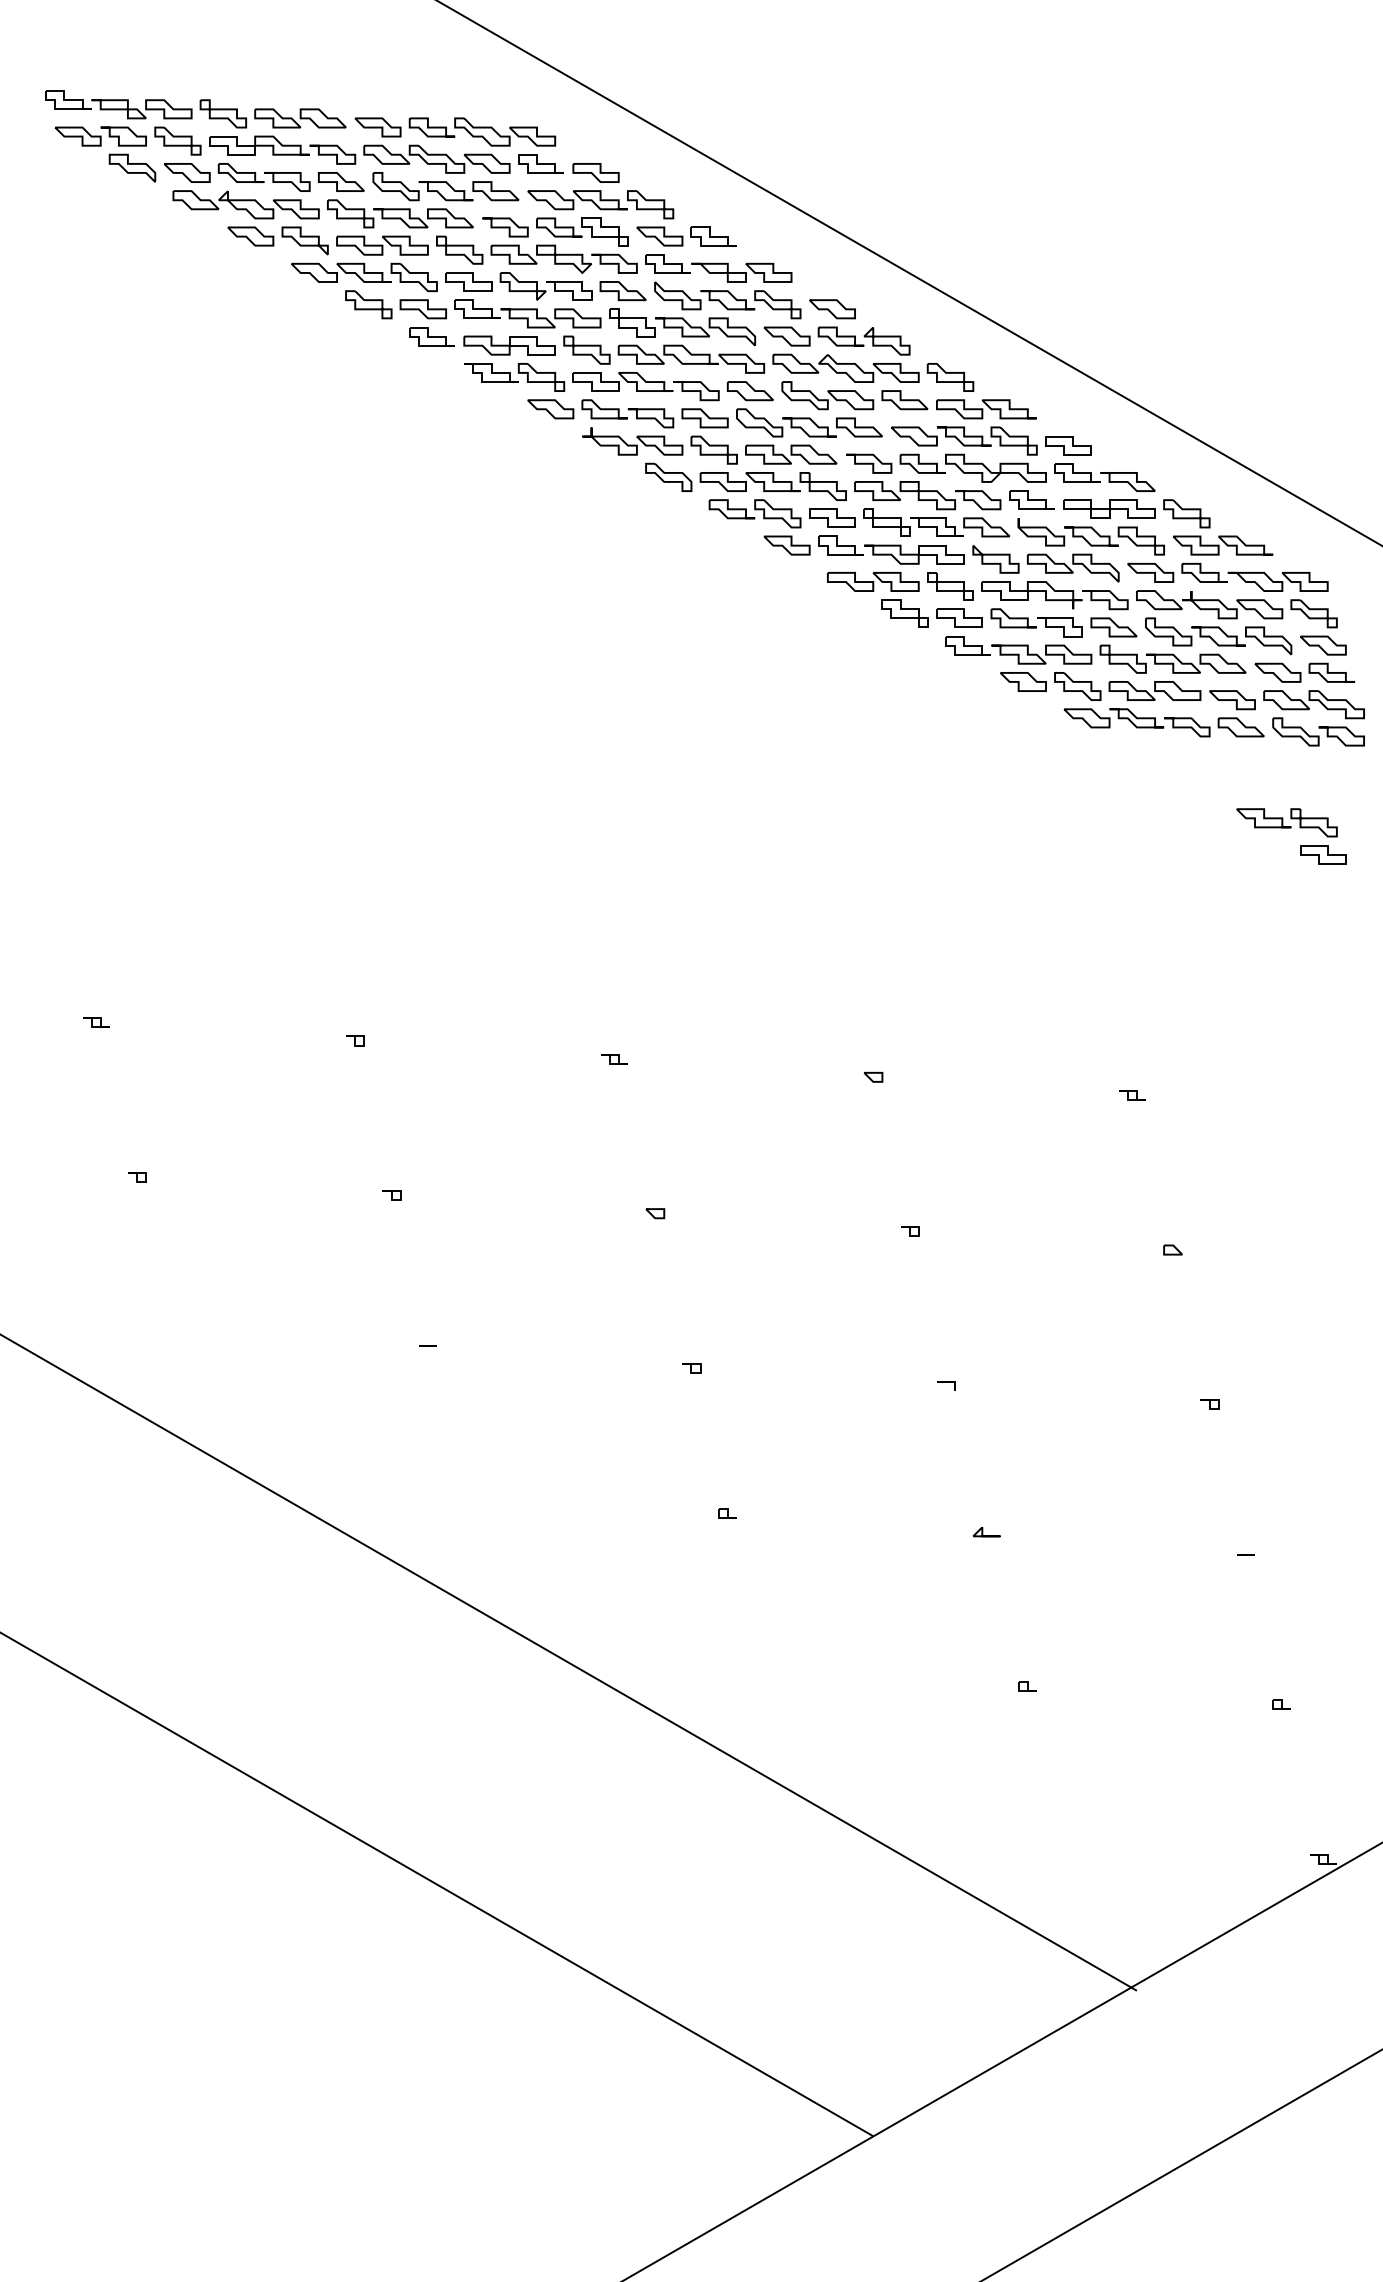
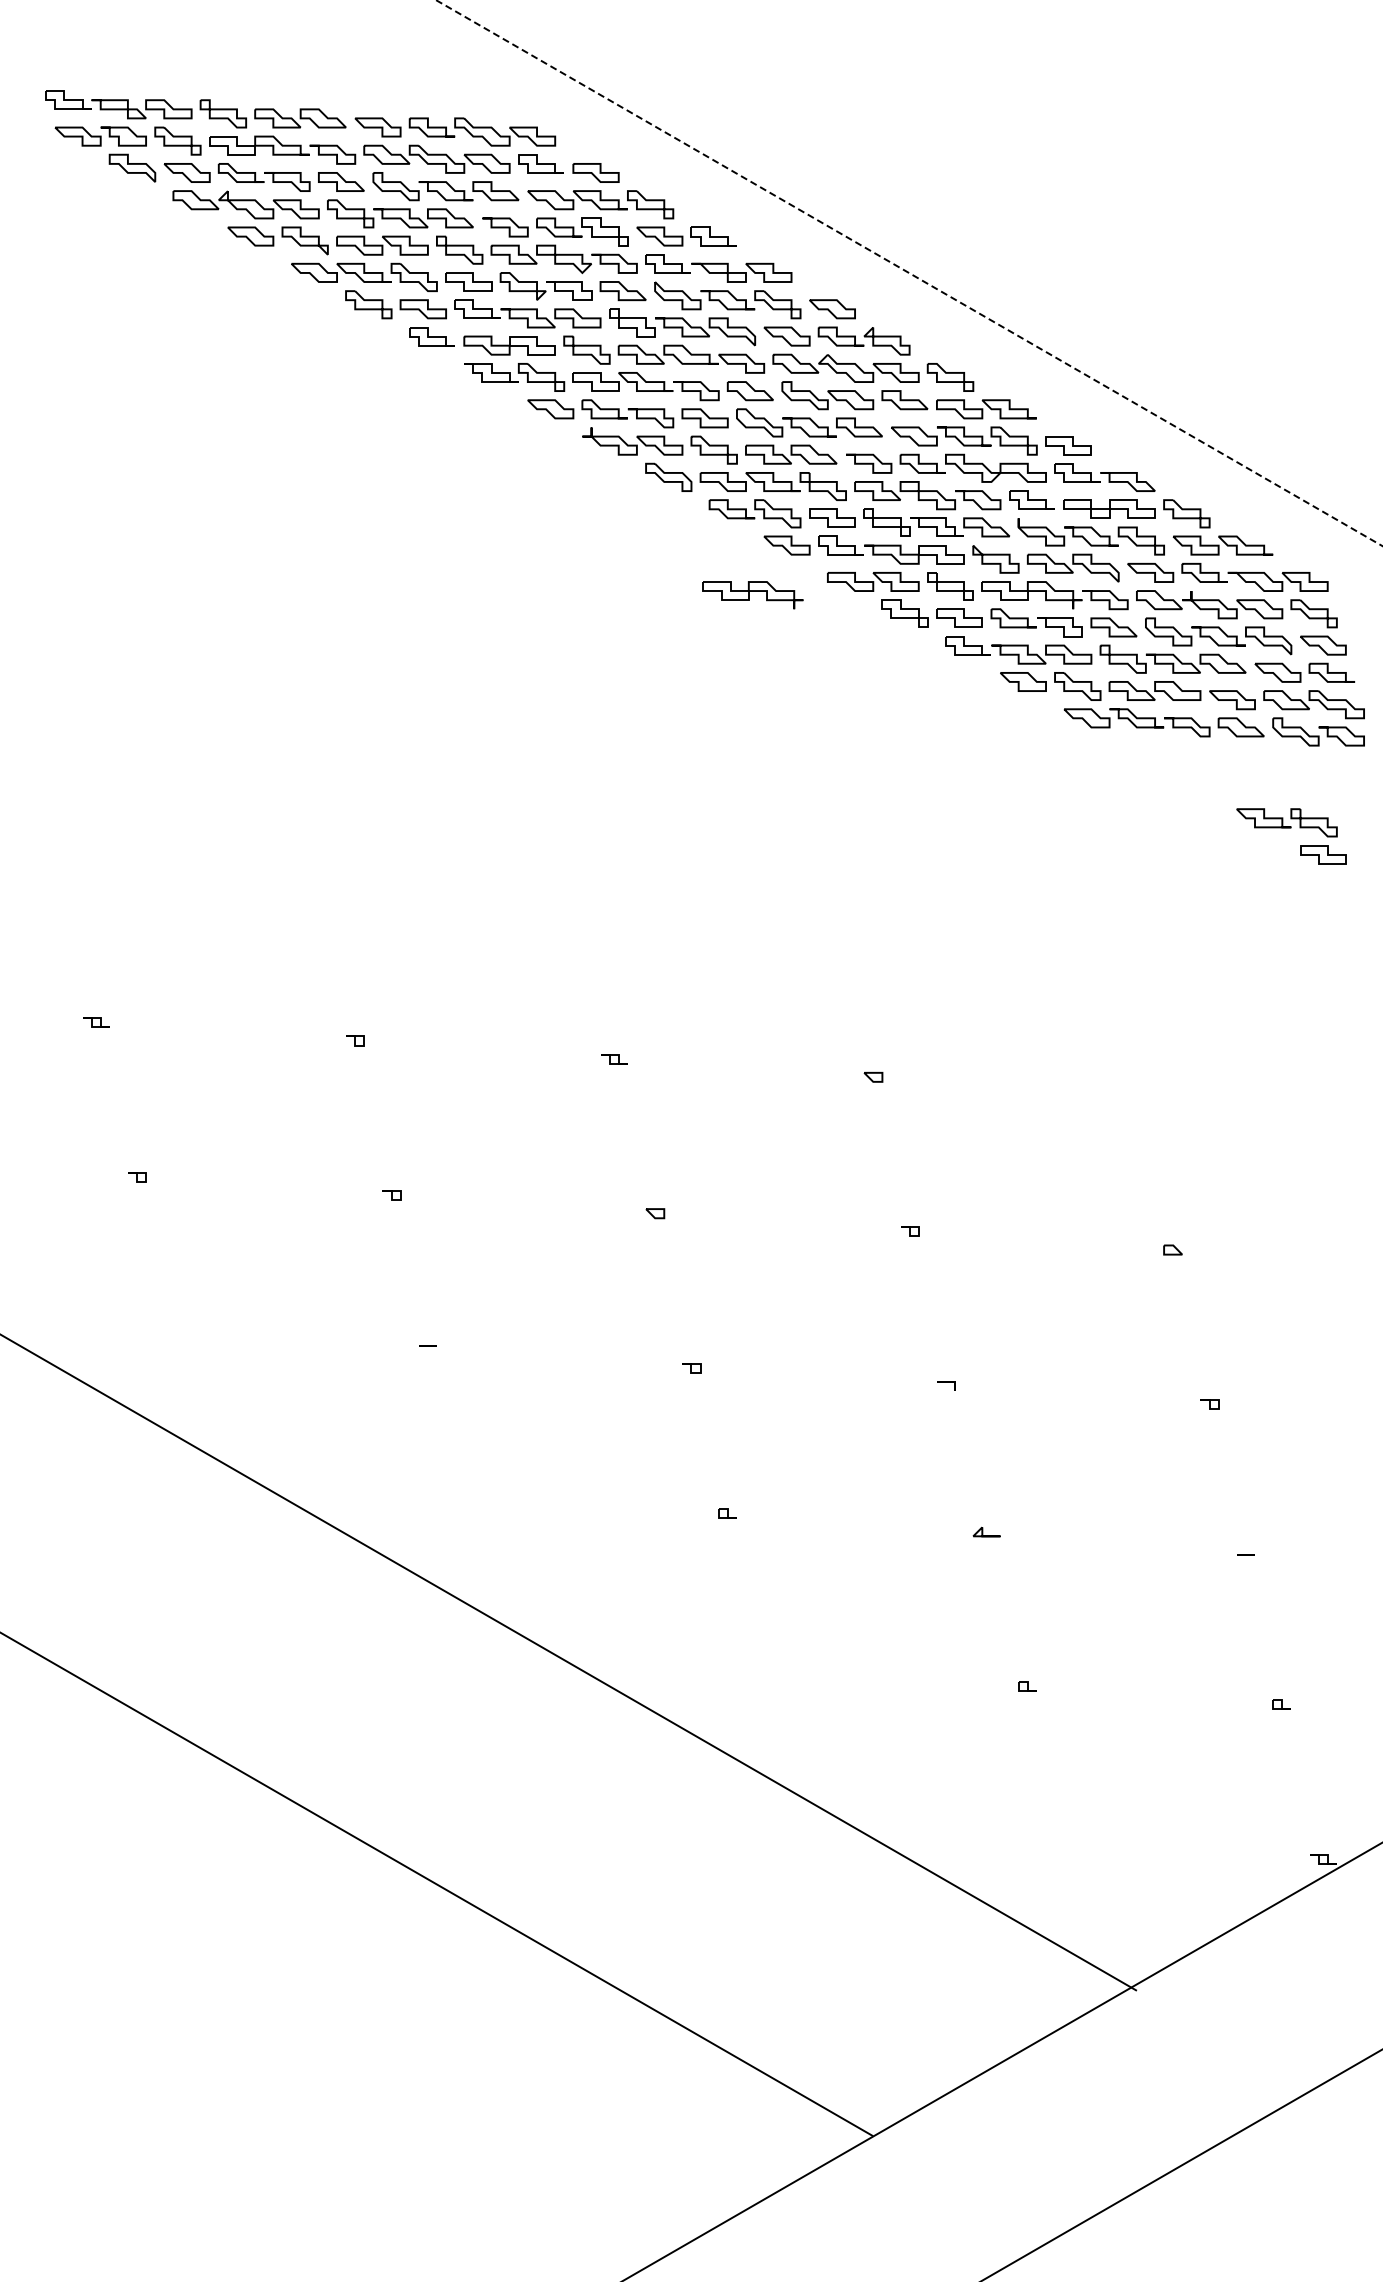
line at (909, 273): solid -> dashed
part at (752, 595): none -> present
part at (1132, 1095): present -> none
